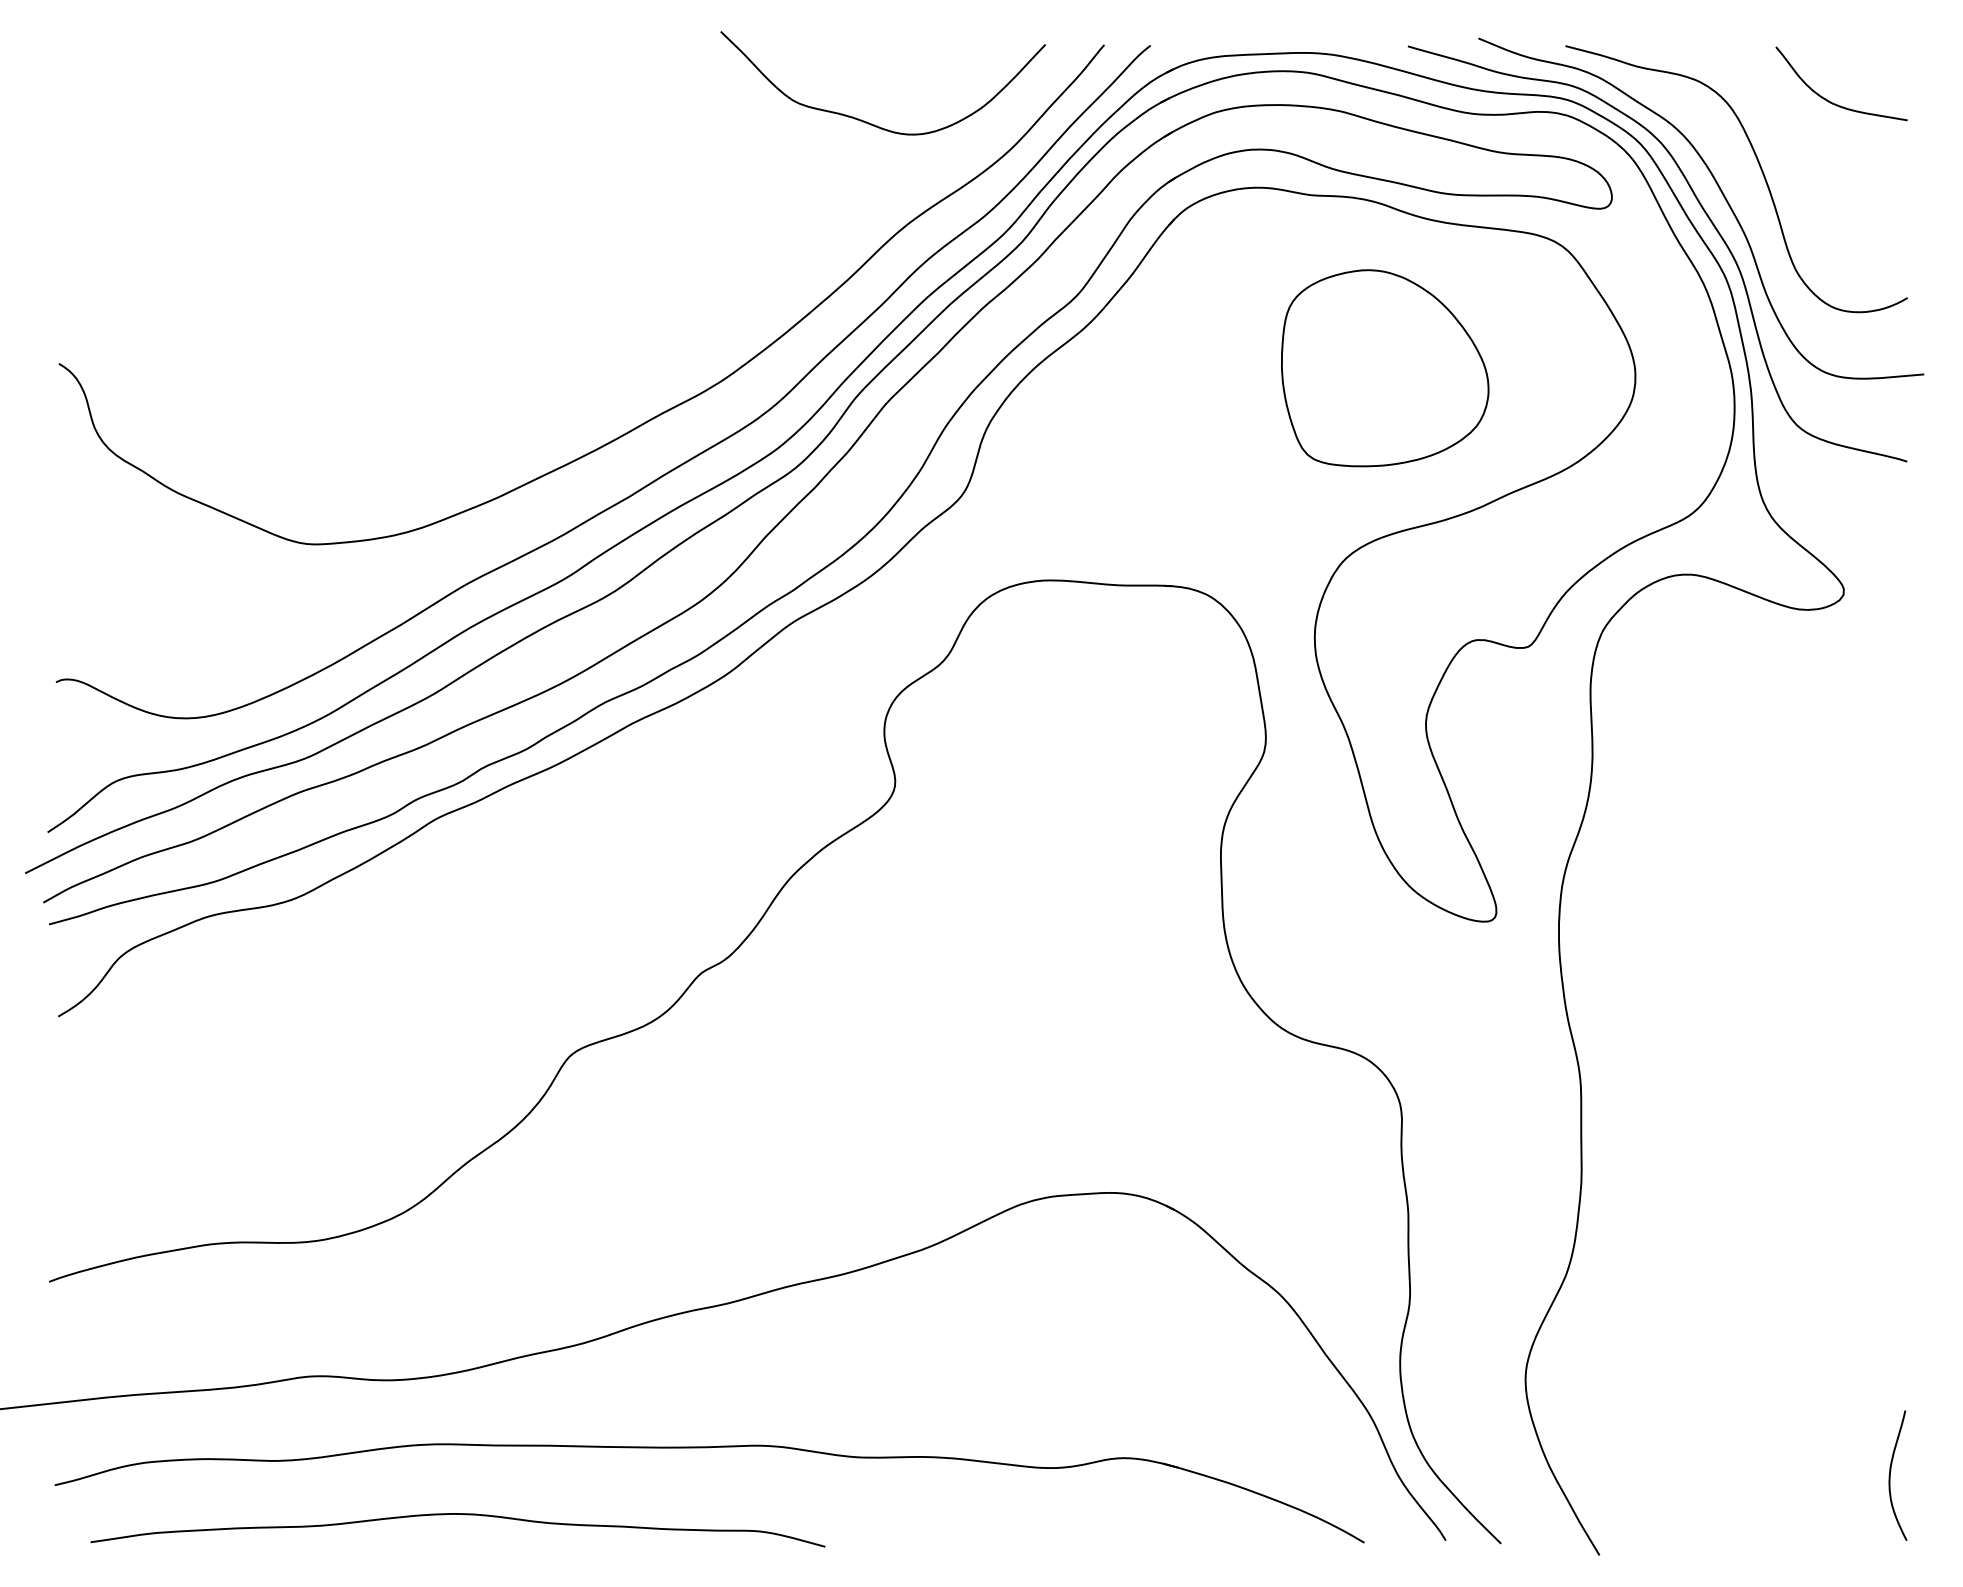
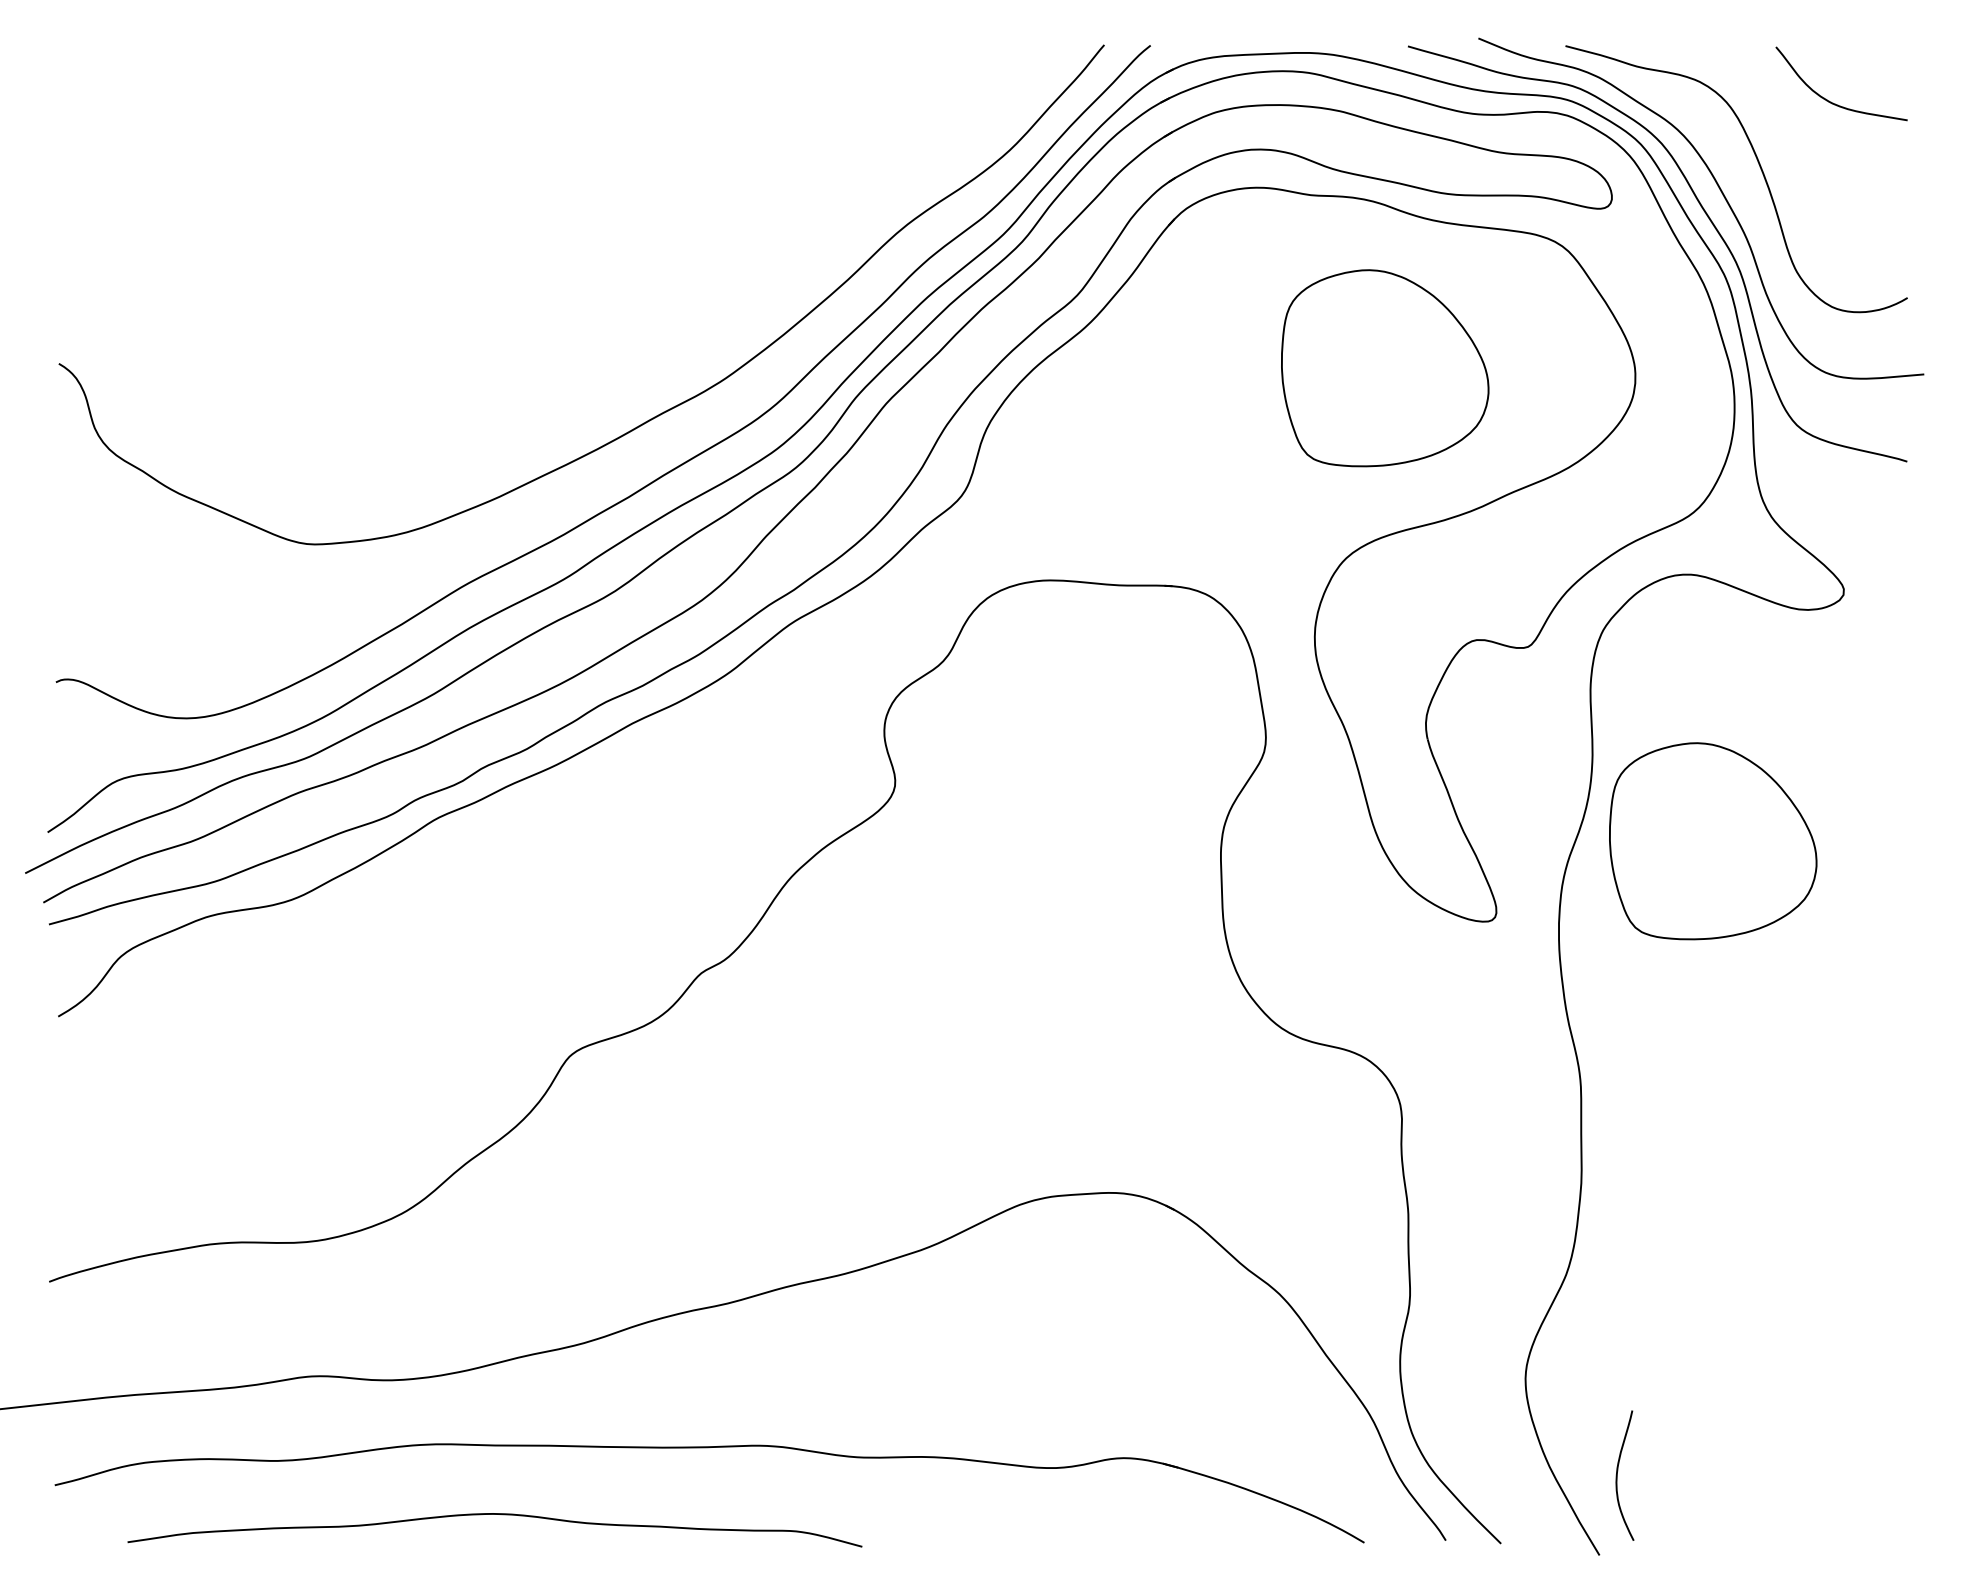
curve at (869, 122): present -> none
part at (1713, 841): none -> present
curve at (1890, 1475) position: (1890, 1475) -> (1617, 1475)
curve at (457, 1514) position: (457, 1514) -> (494, 1514)
